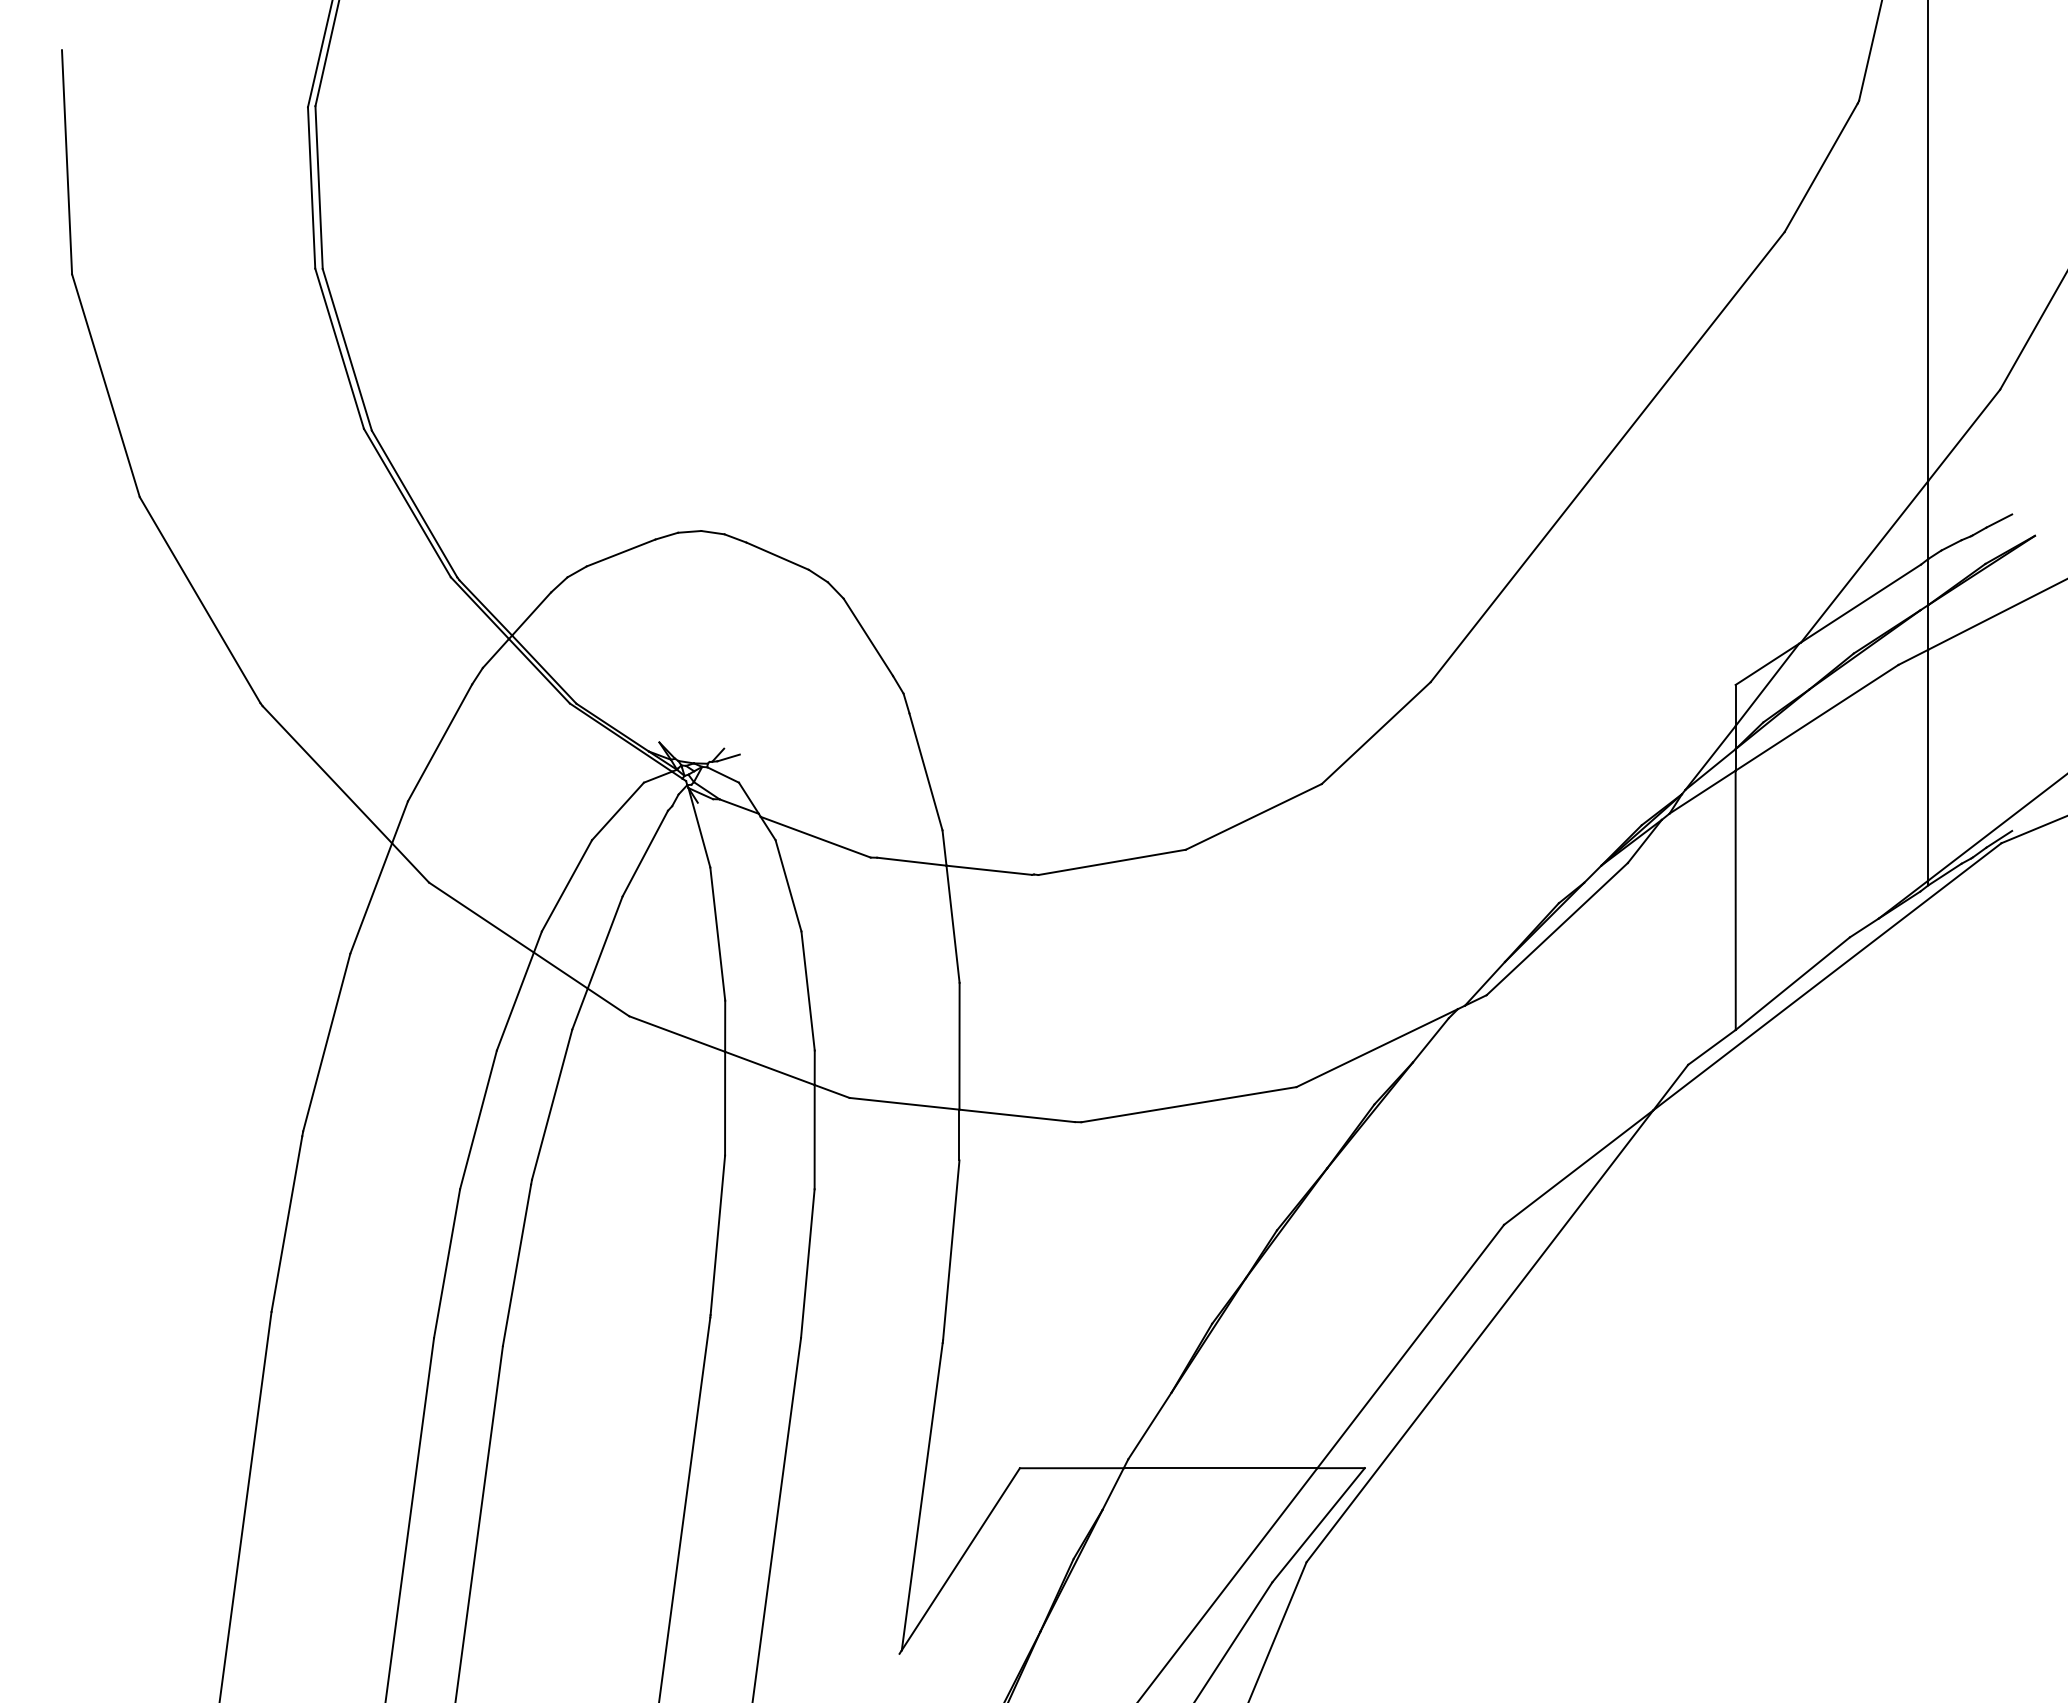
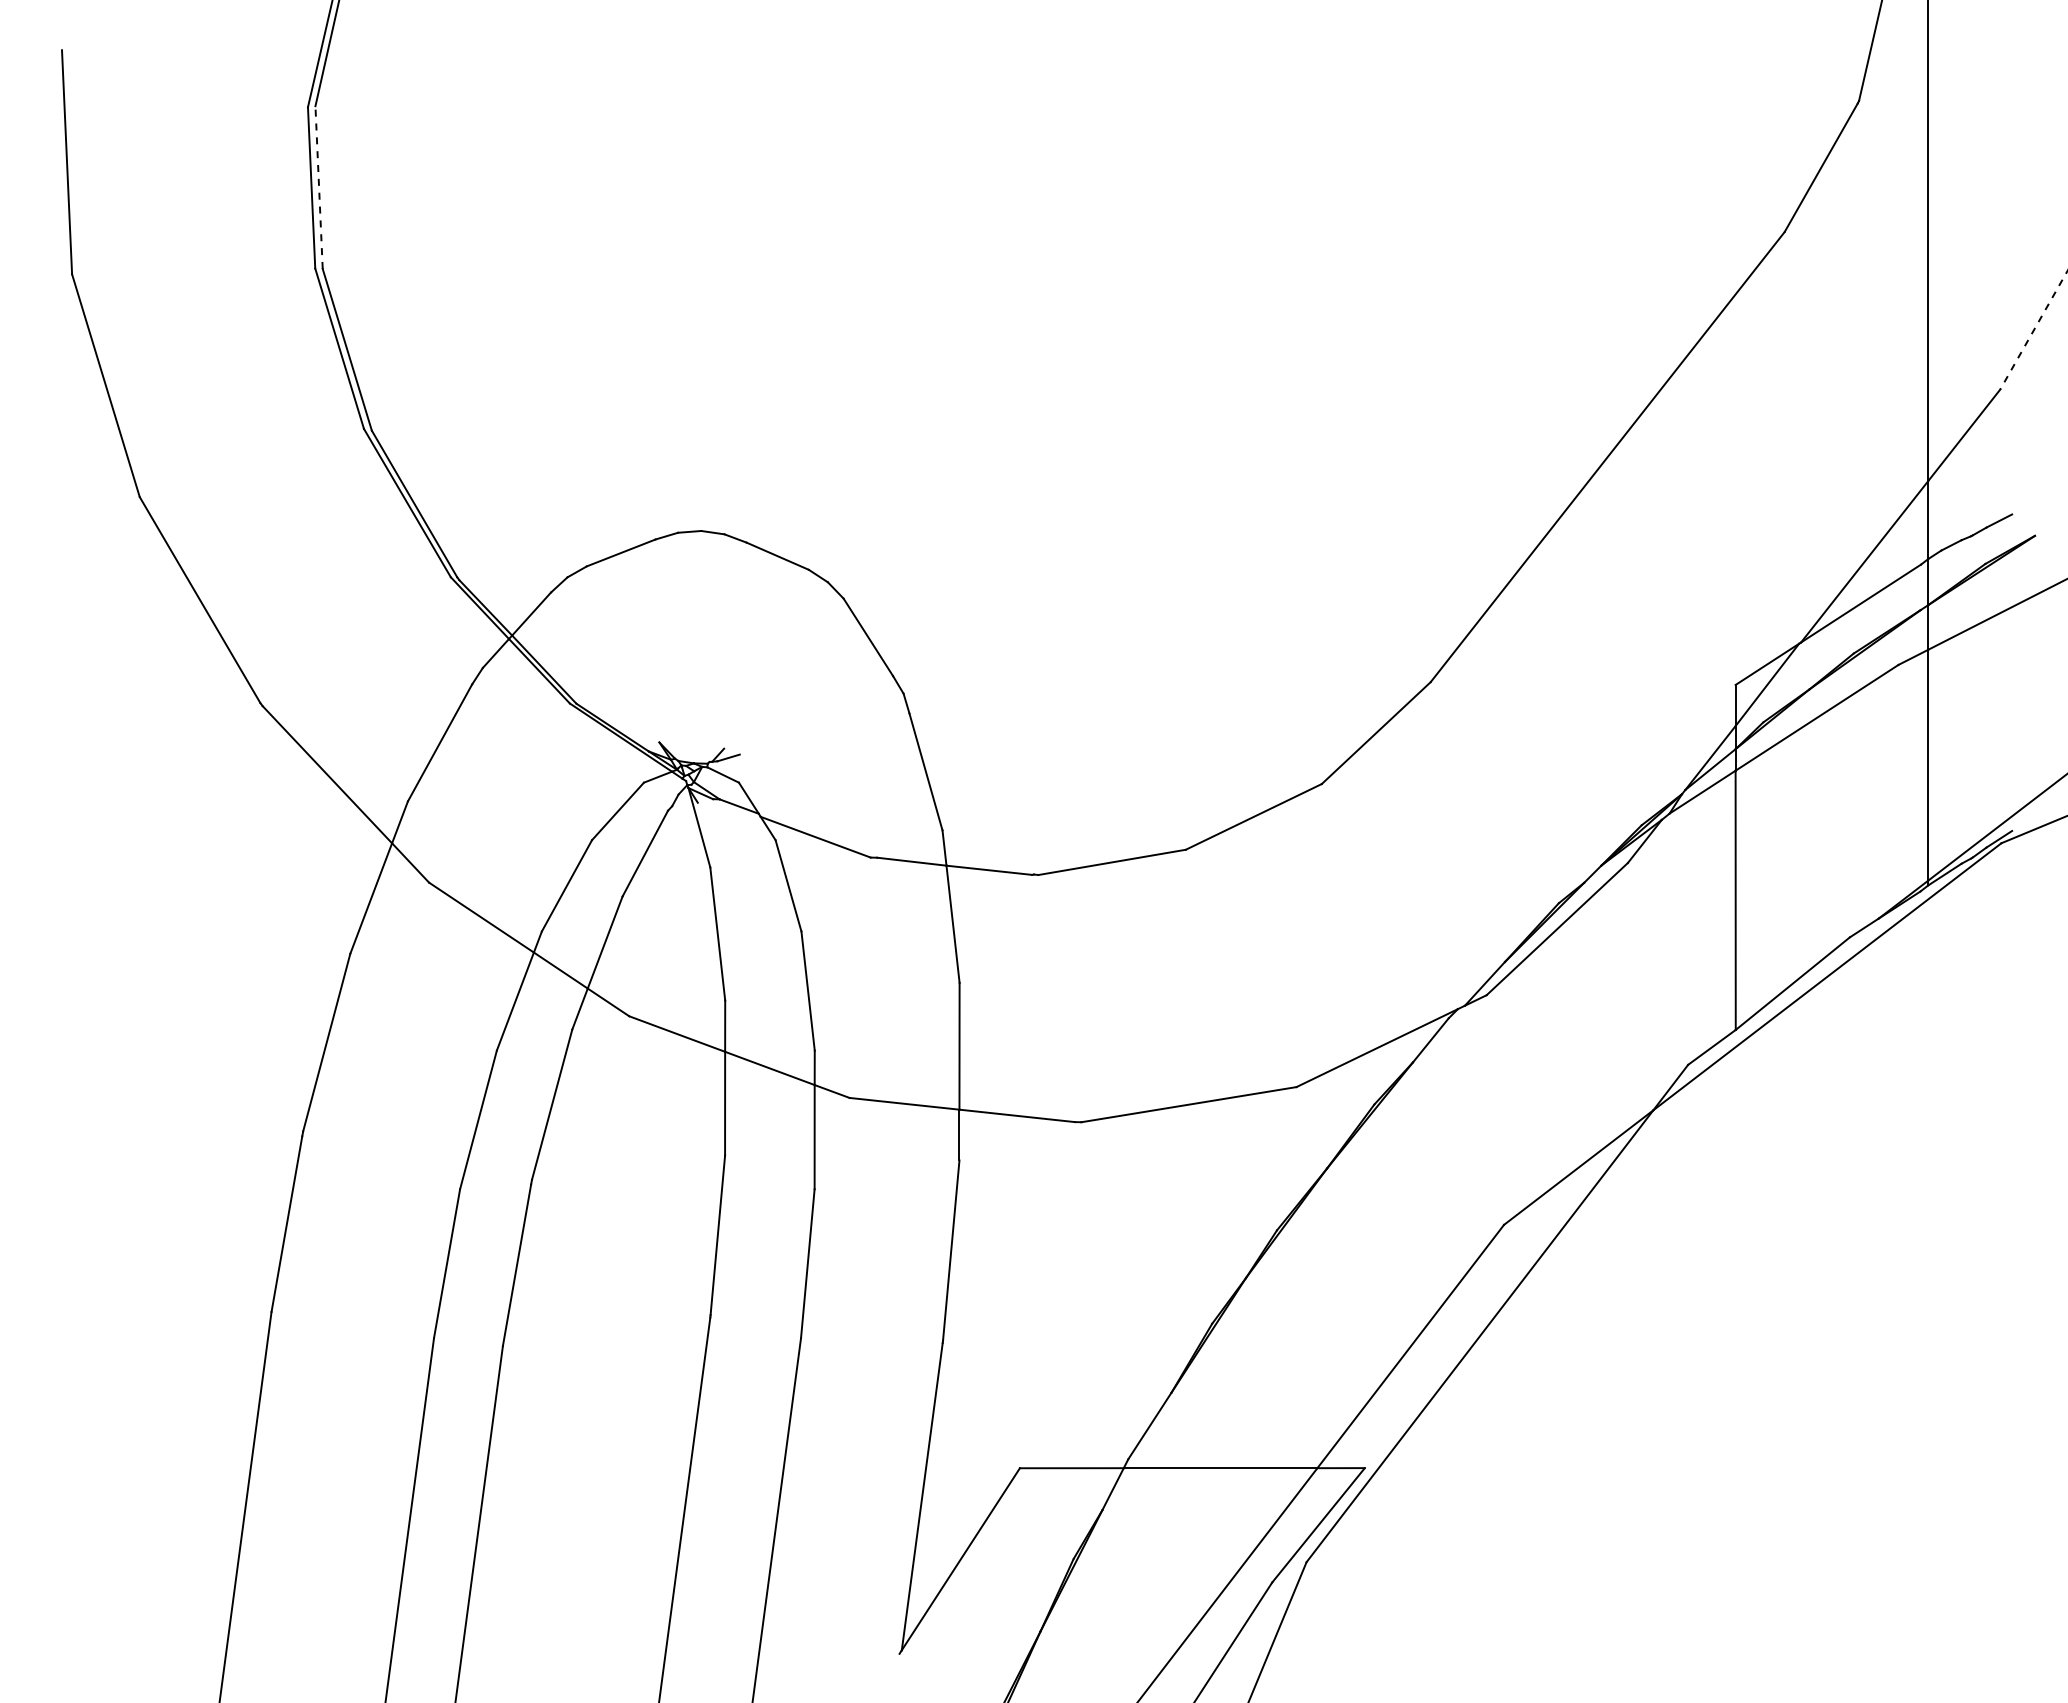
line at (319, 187): solid -> dashed
line at (2033, 330): solid -> dashed
